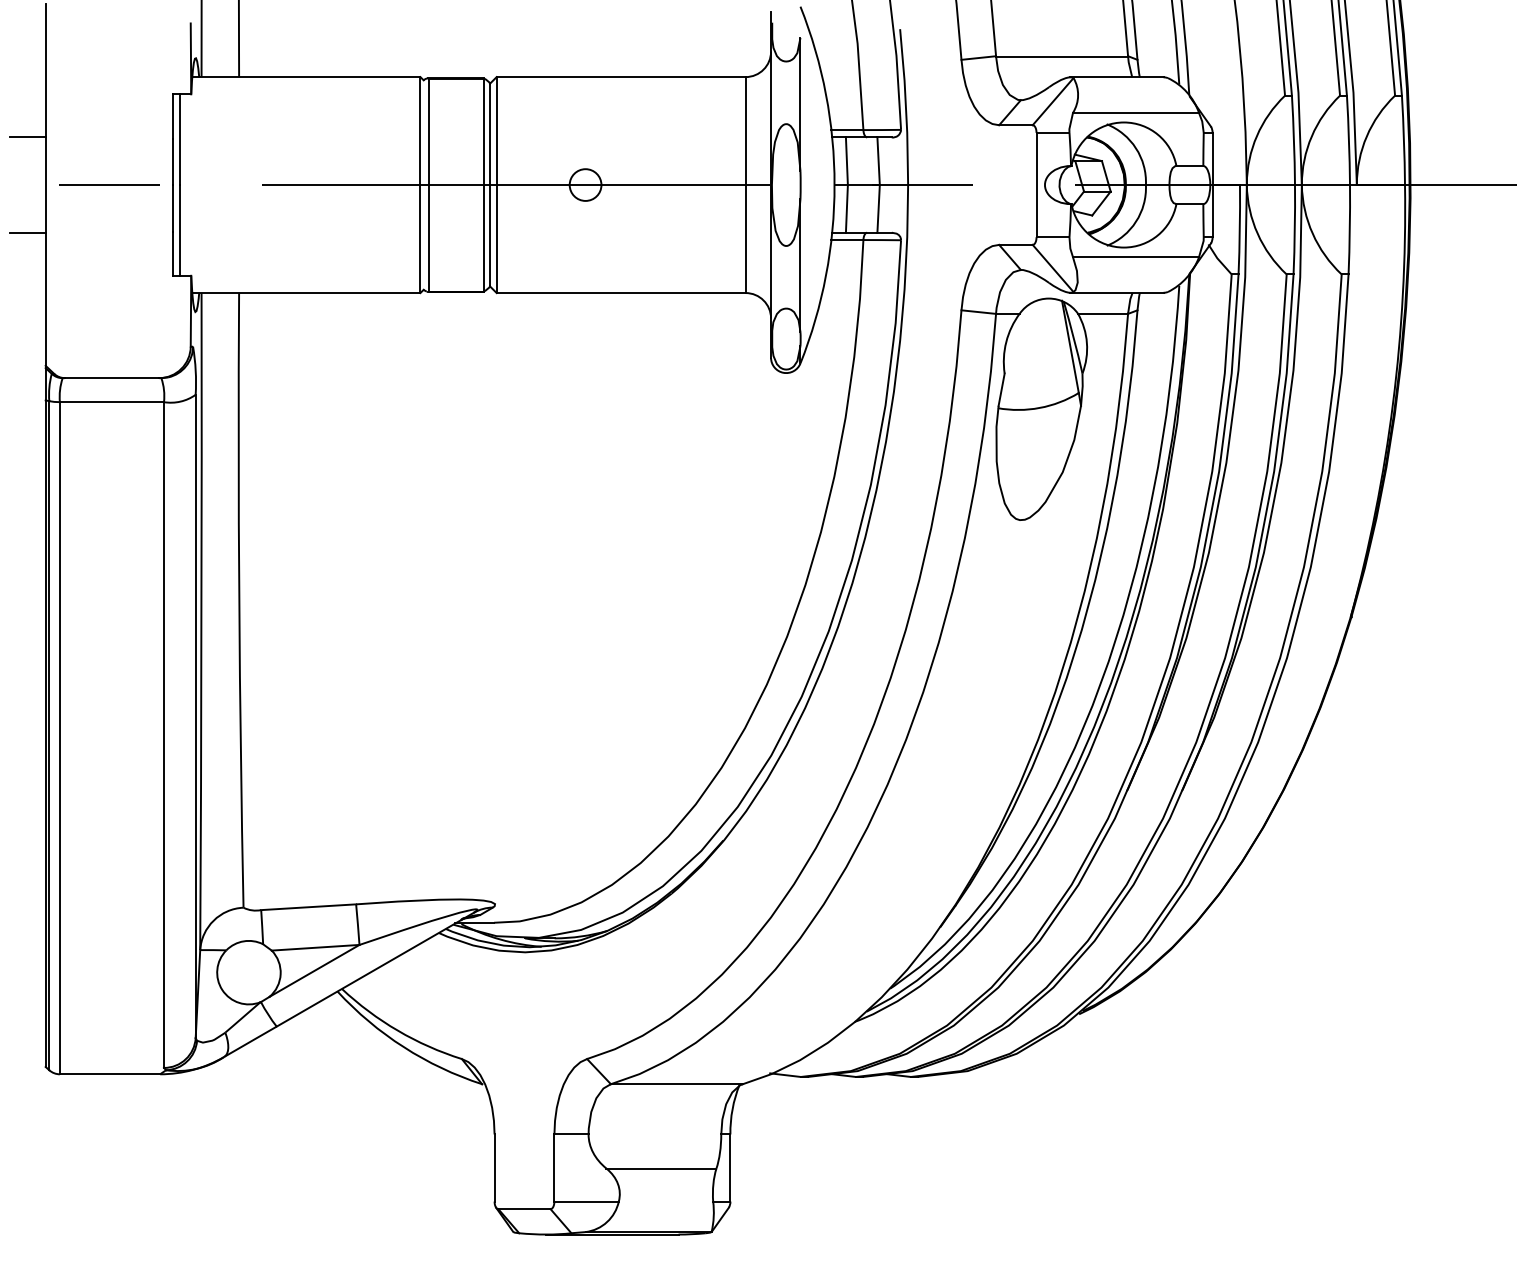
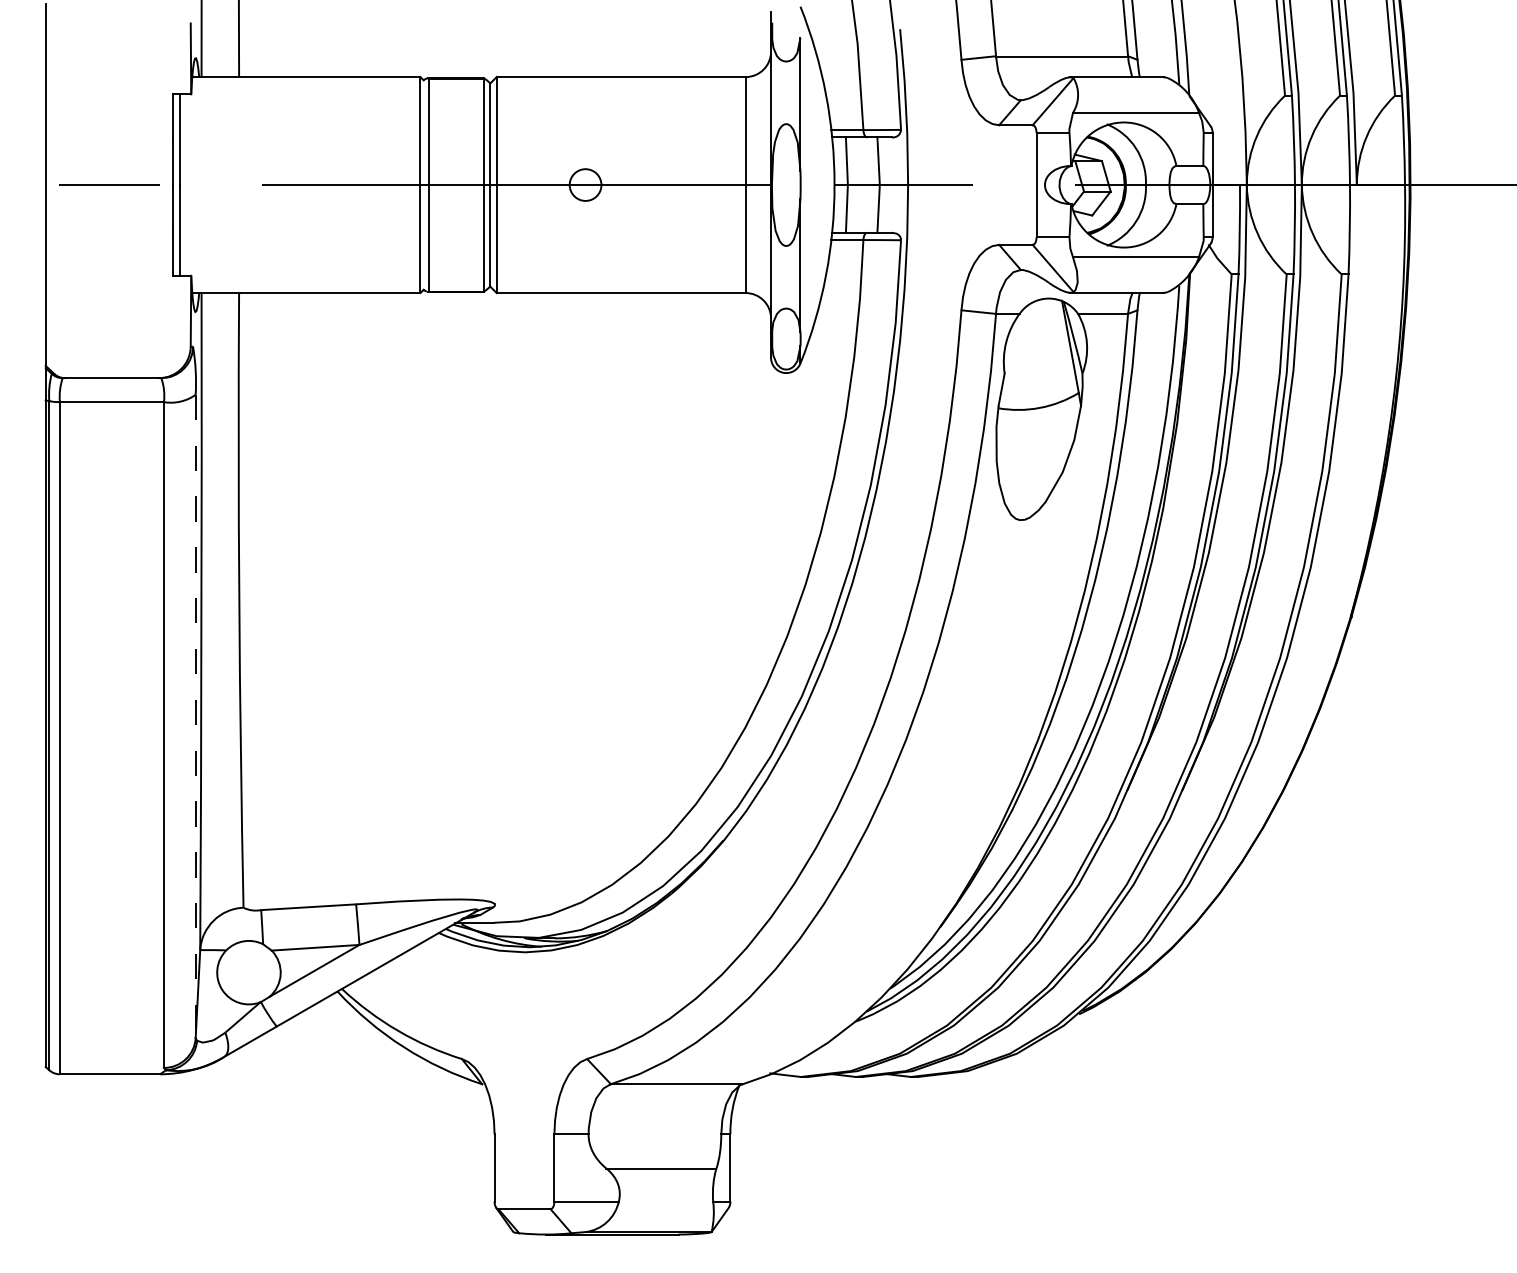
line at (27, 137): present -> none
line at (27, 232): present -> none
line at (195, 716): solid -> dashed
